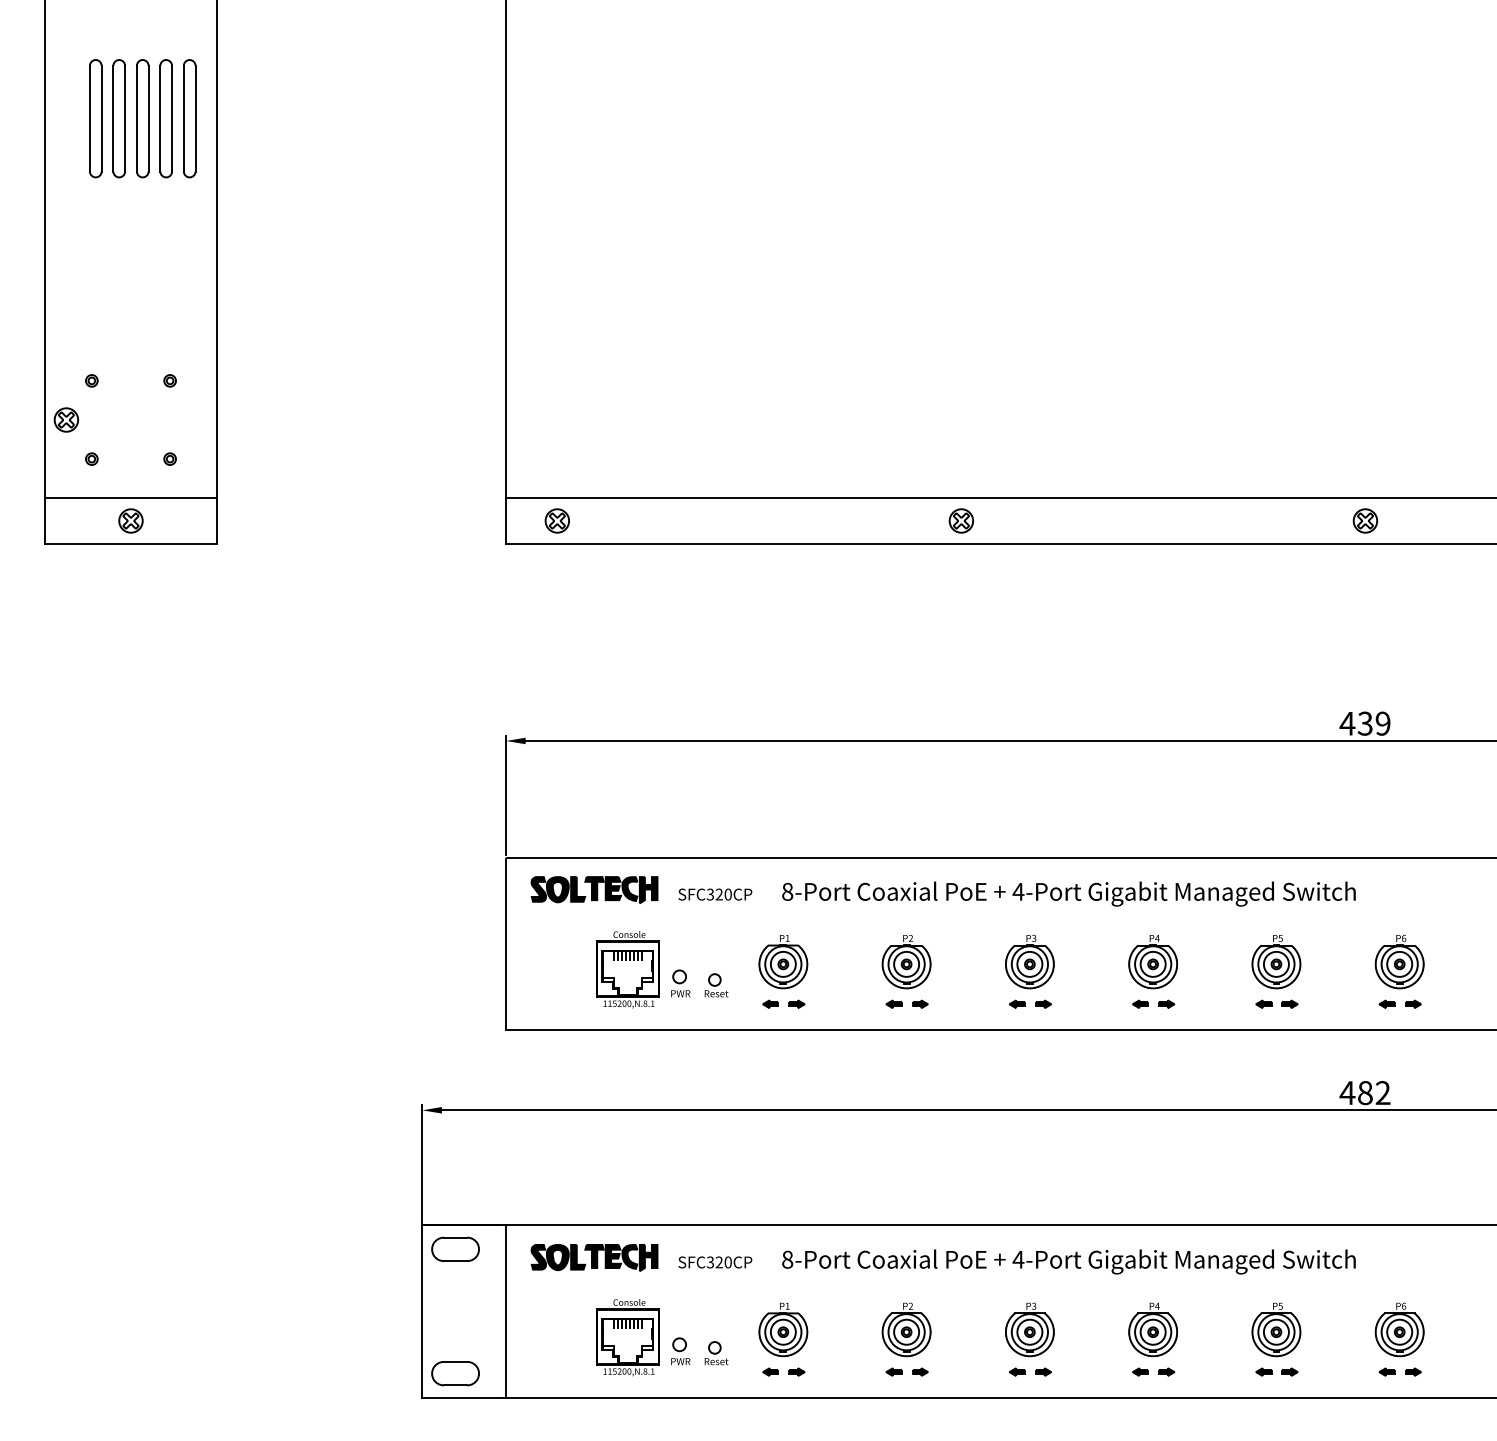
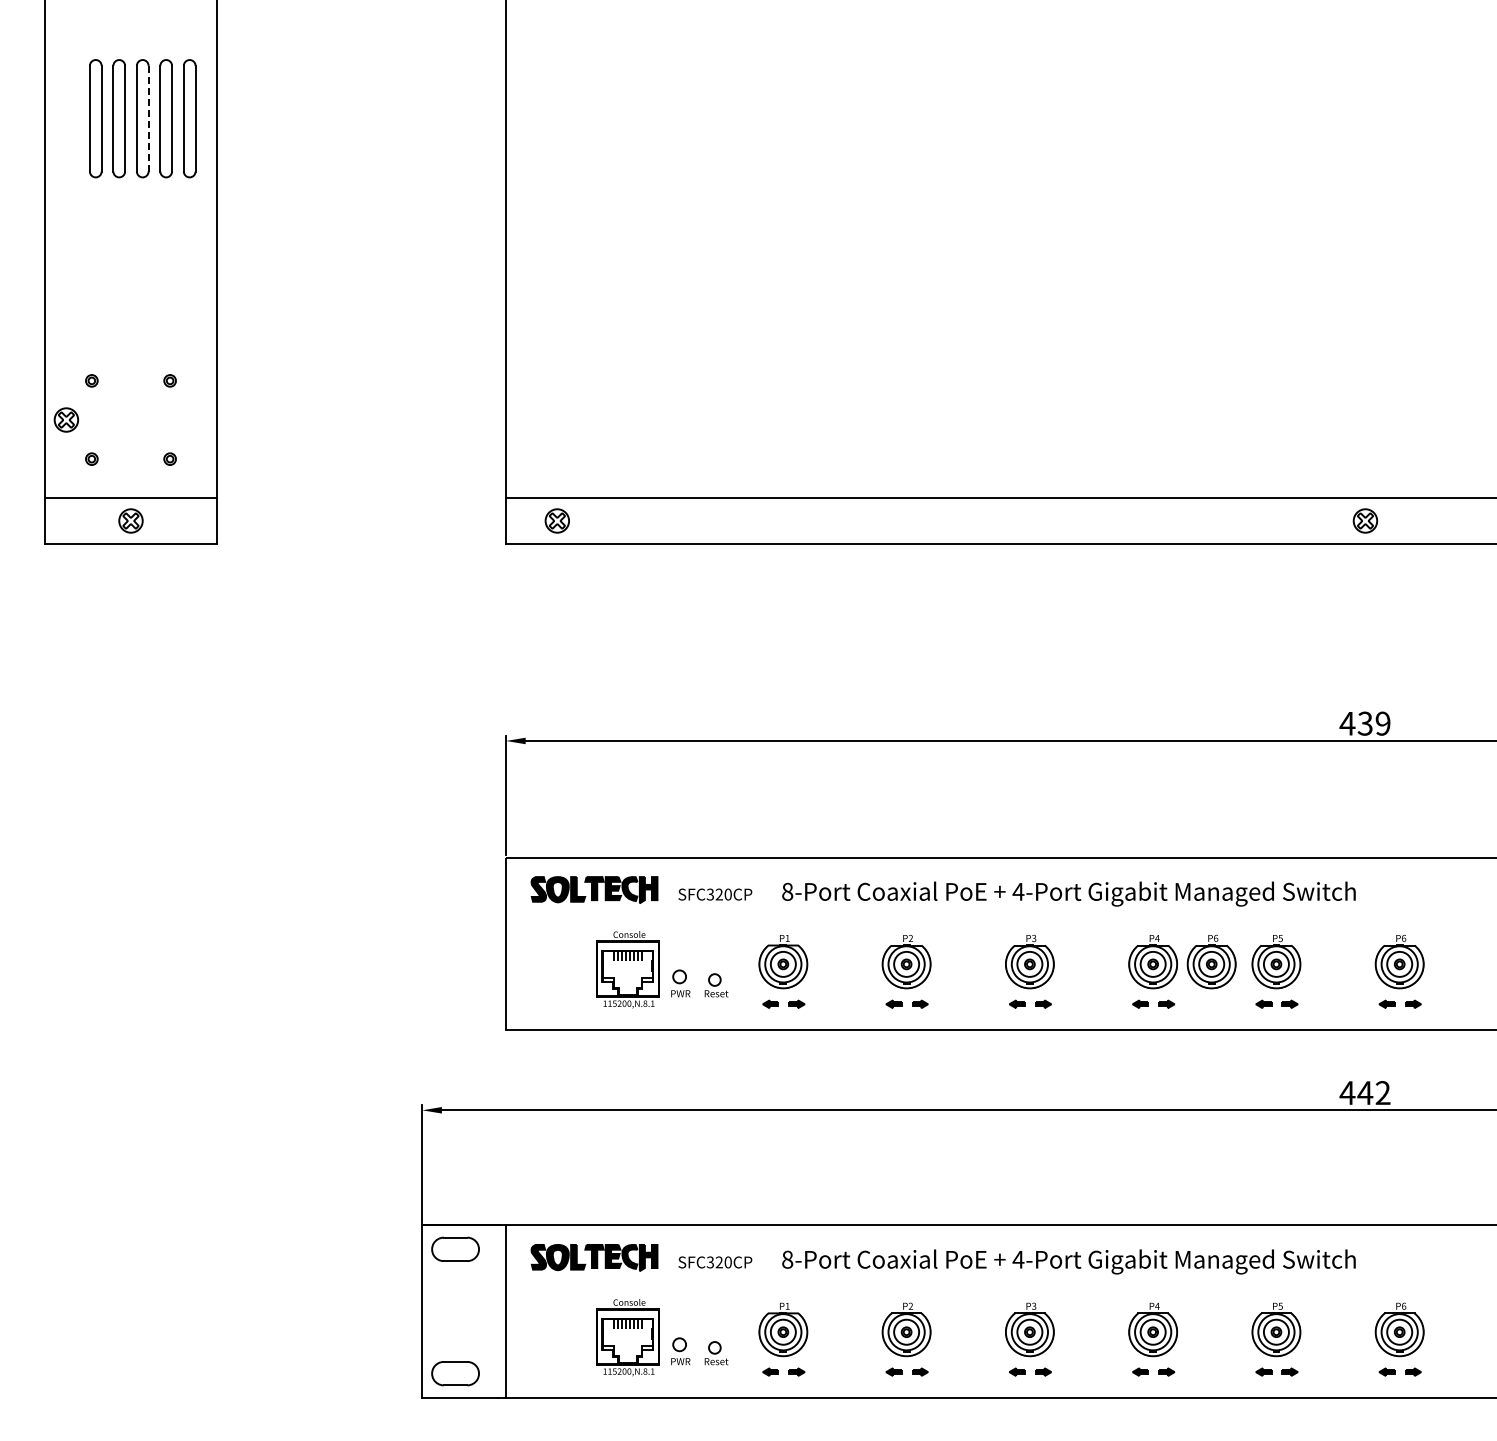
line at (148, 118): solid -> dashed
part at (960, 520): present -> none
part at (1211, 961): none -> present
text at (1365, 1093): 482 -> 442
